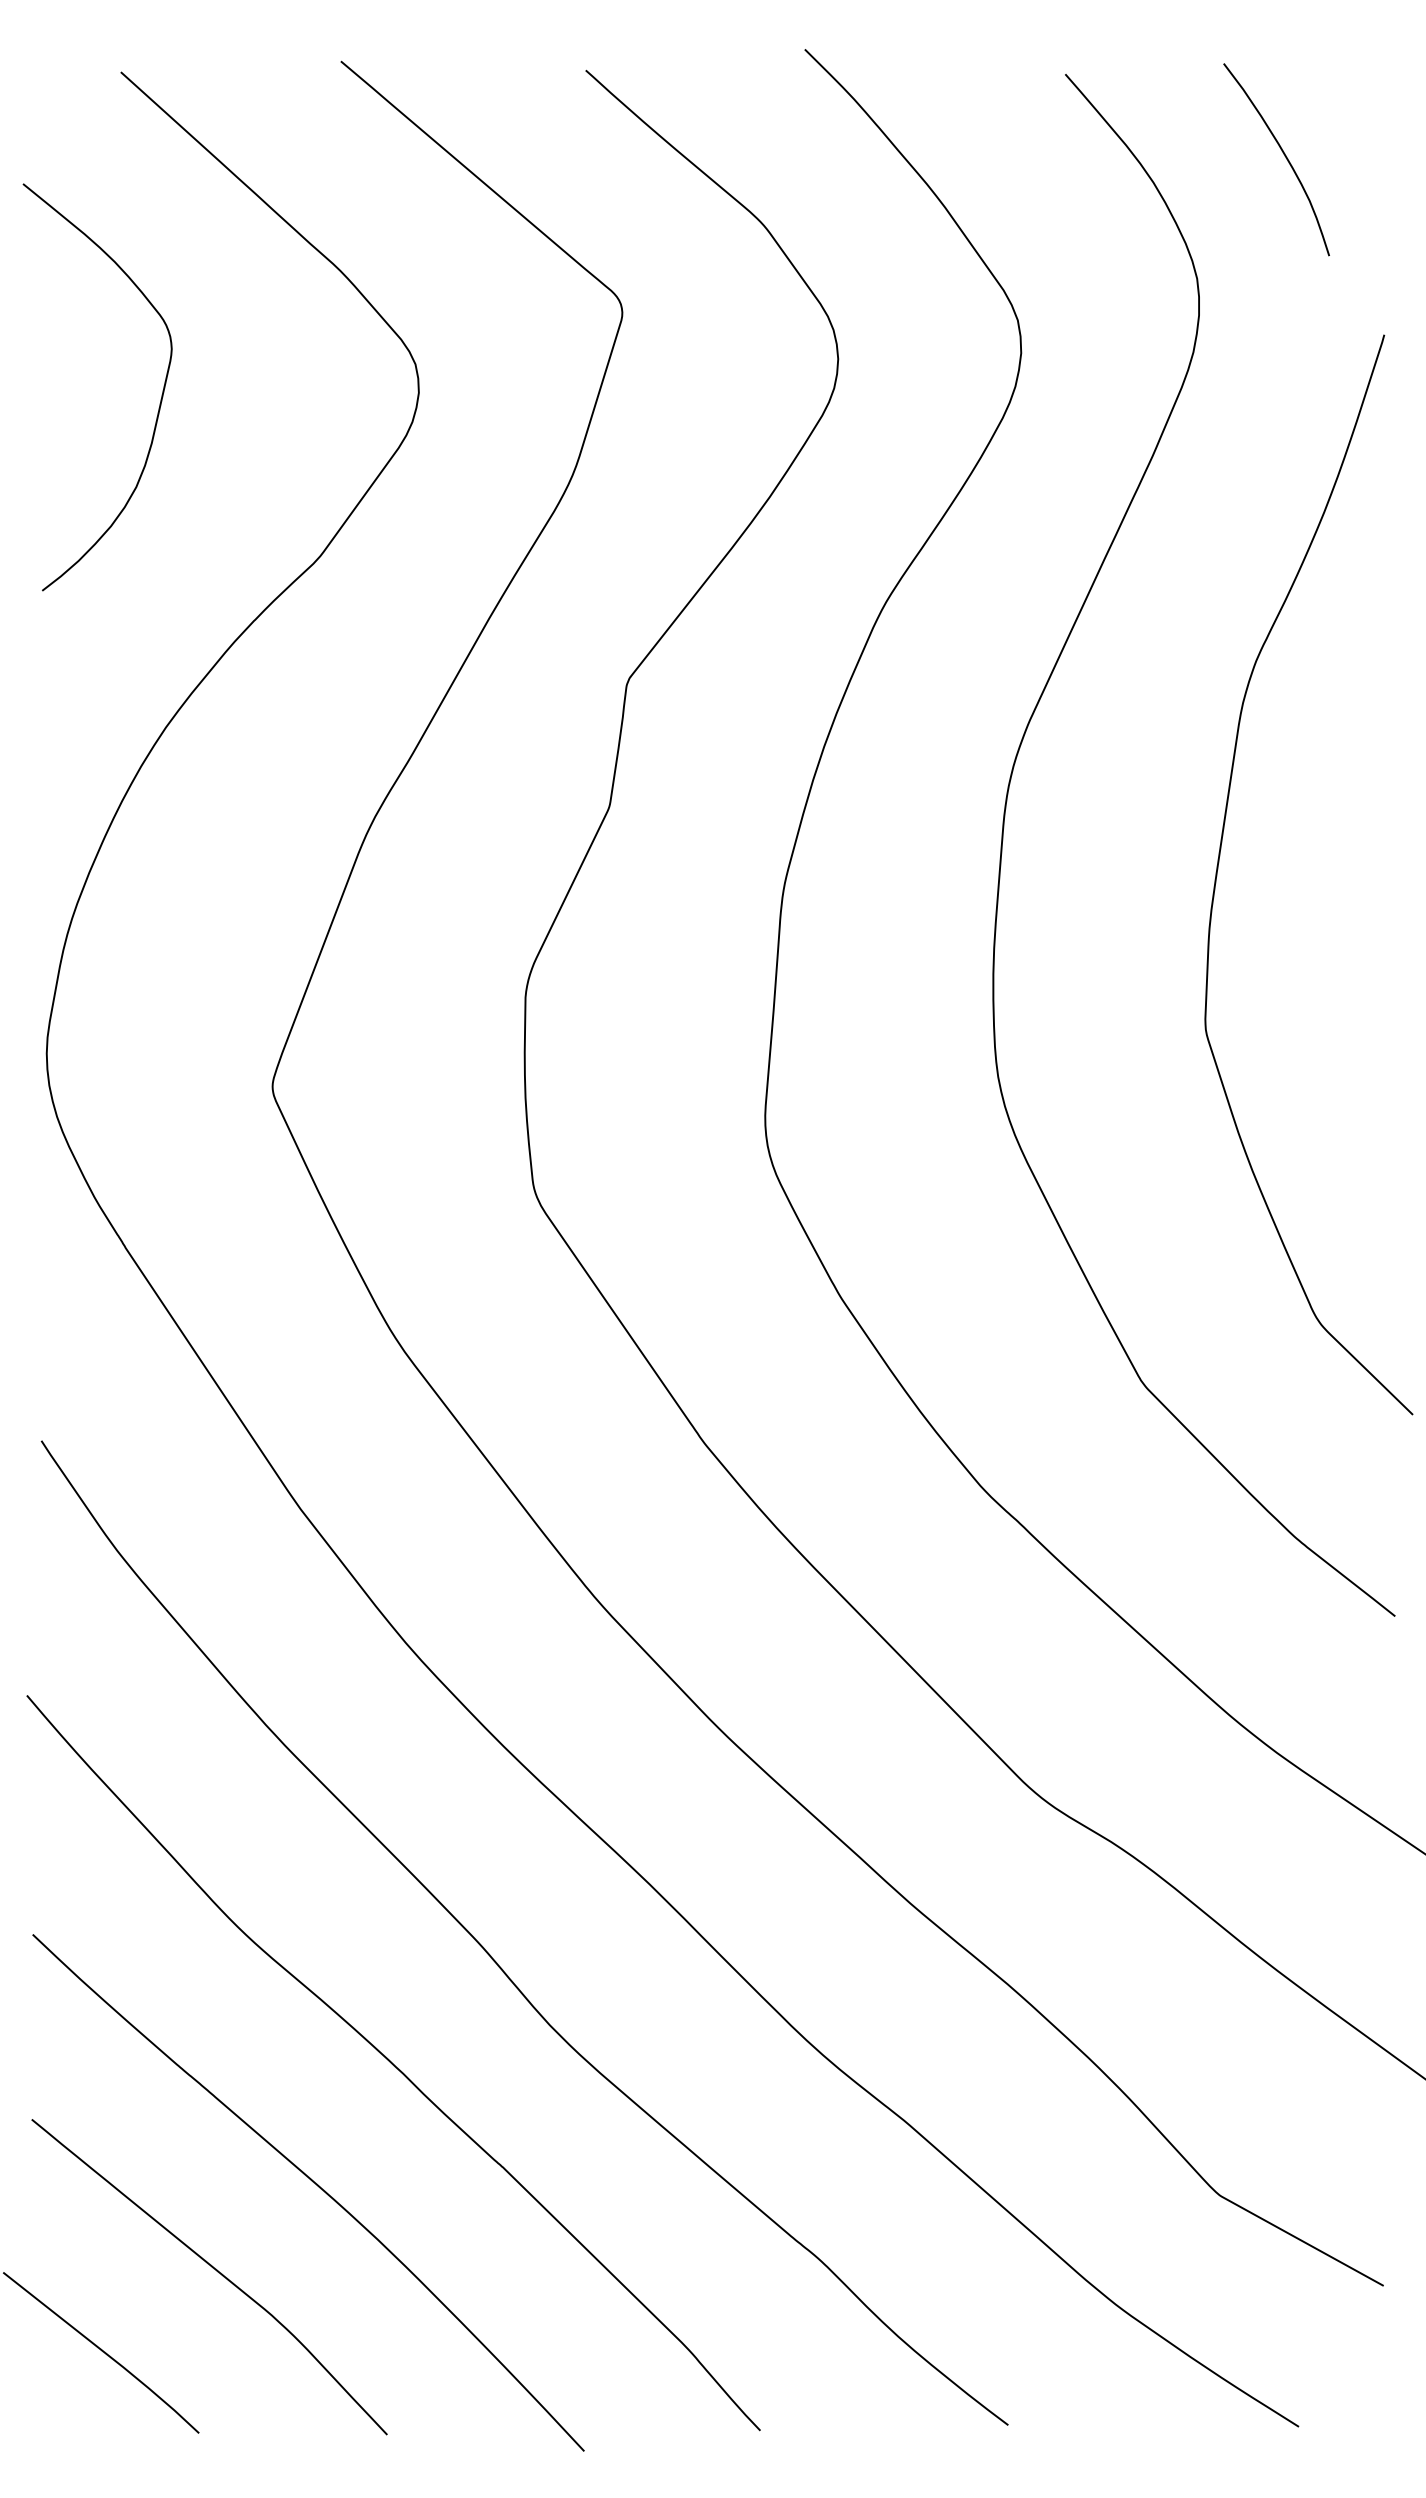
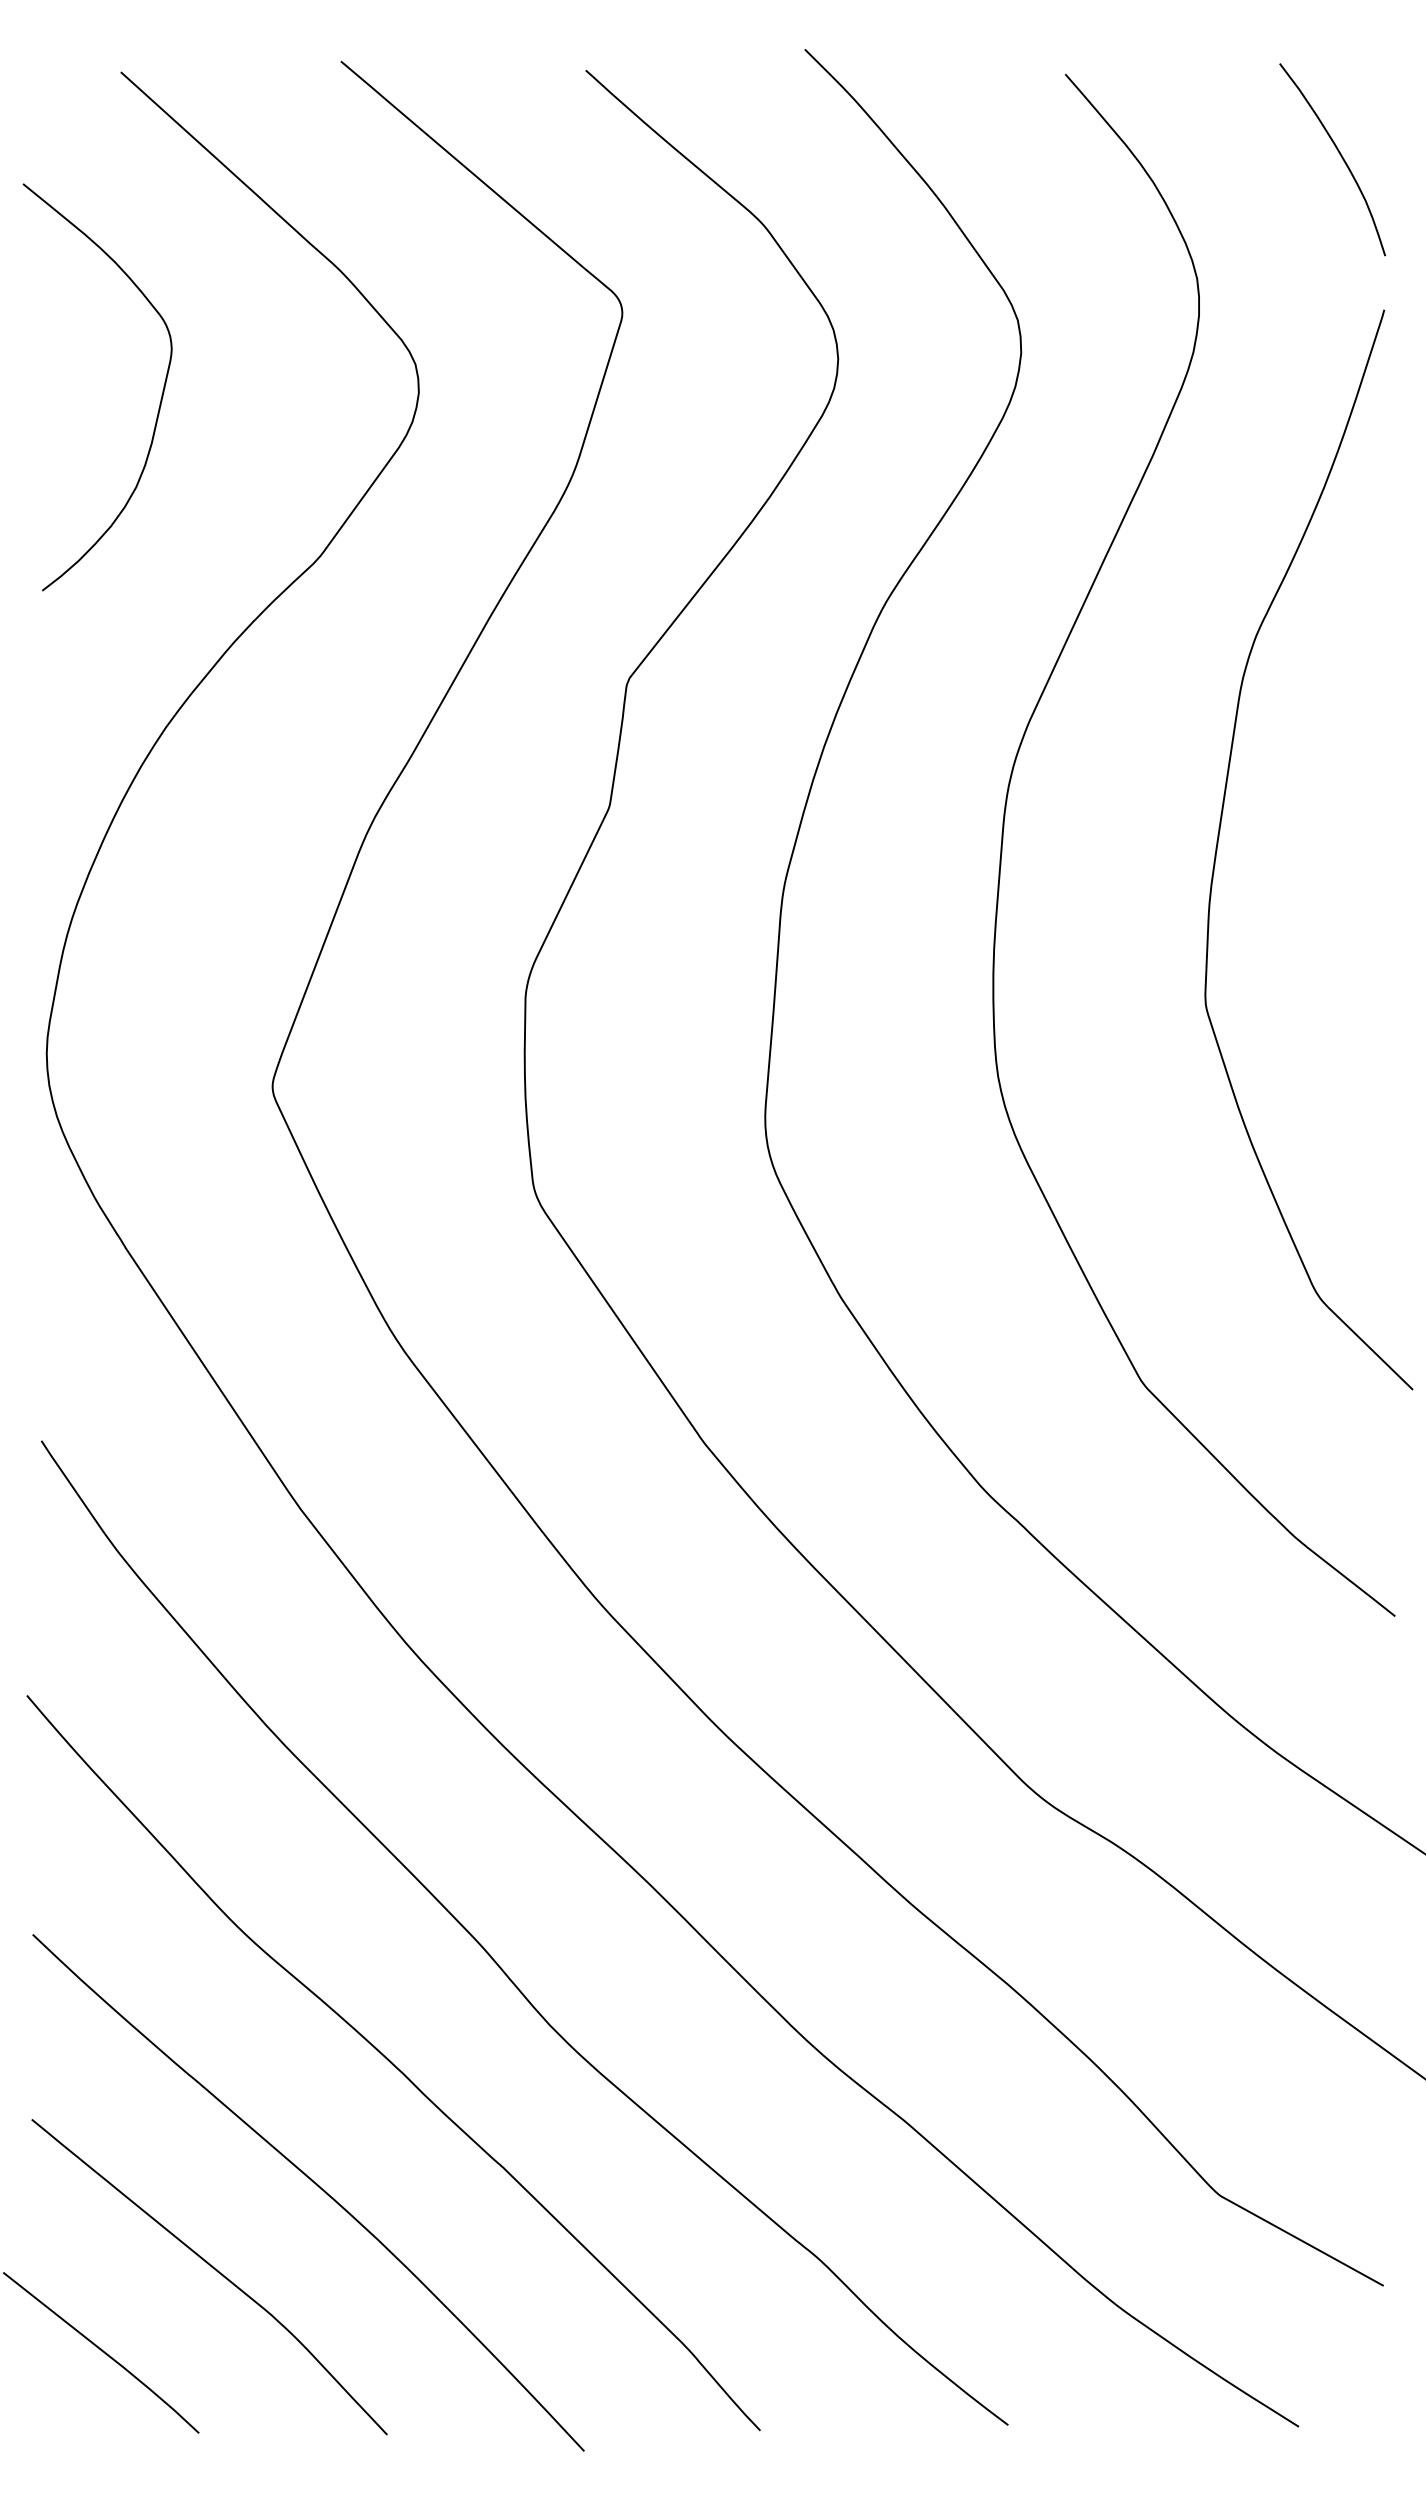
curve at (1284, 156) position: (1284, 156) -> (1340, 156)
curve at (1219, 862) position: (1219, 862) -> (1219, 837)
